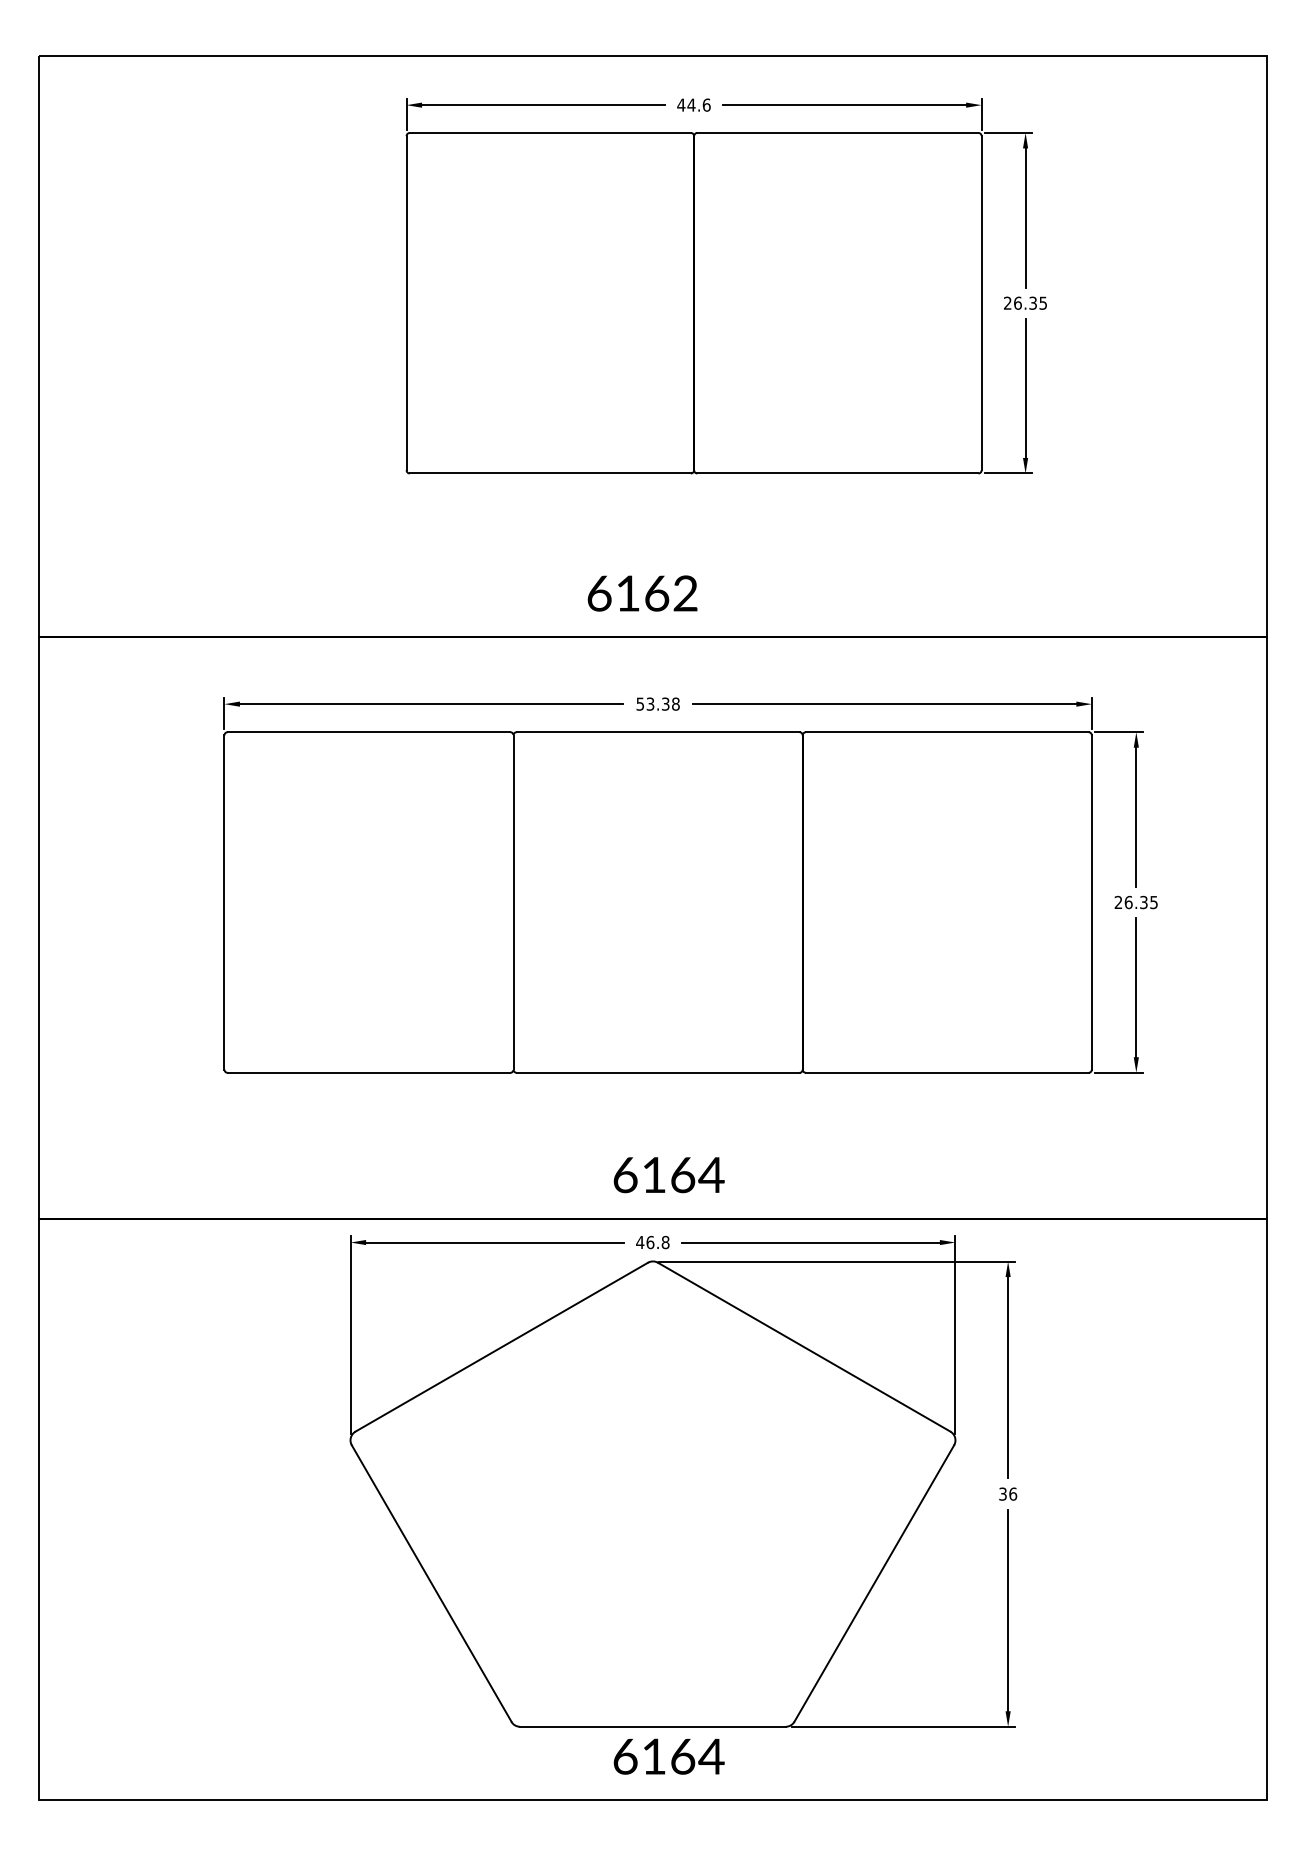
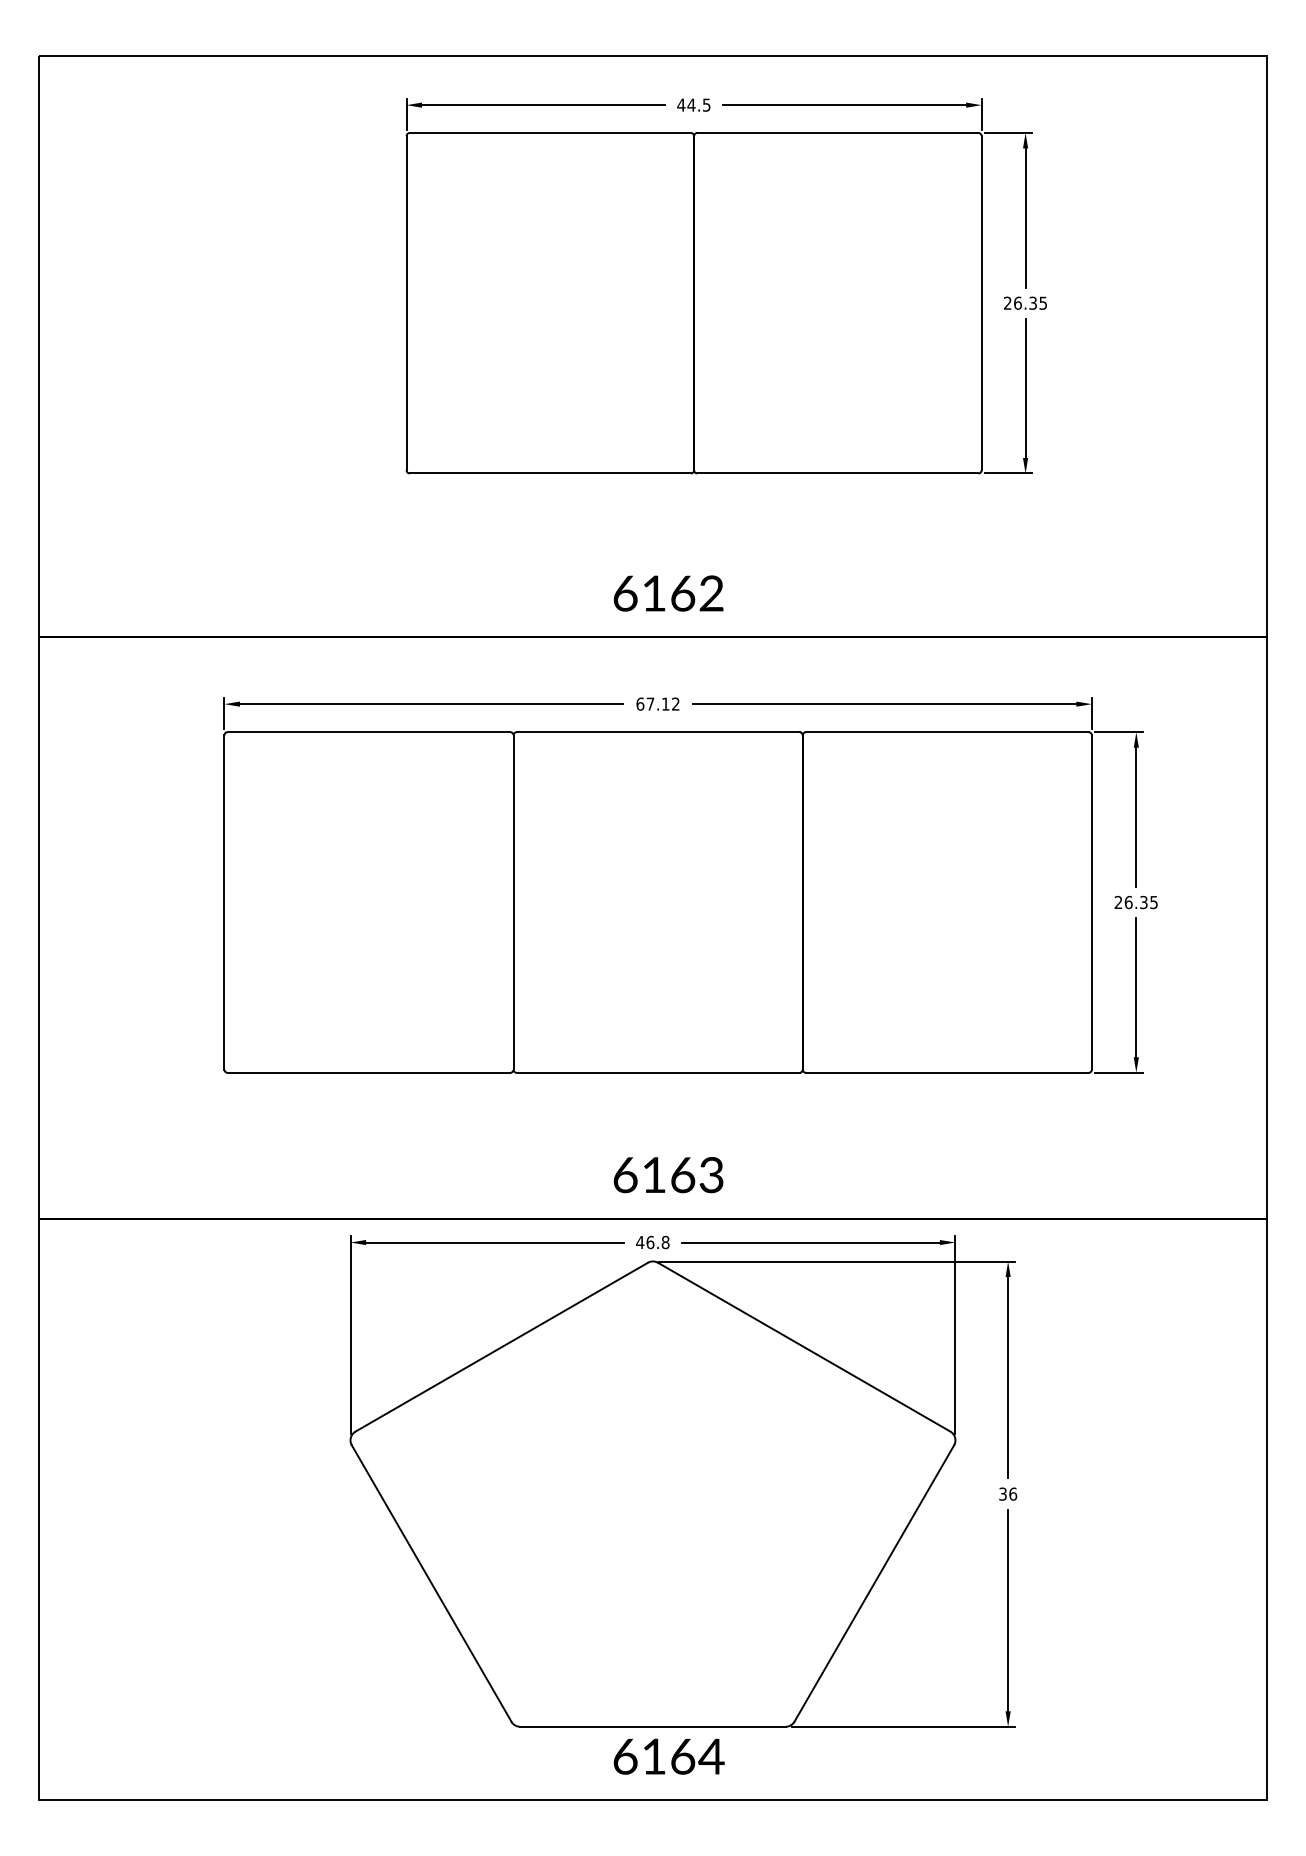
text at (706, 104): 44.6 -> 44.5
text at (642, 593) position: (642, 593) -> (668, 593)
text at (657, 703): 53.38 -> 67.12
text at (711, 1175): 6164 -> 6163
